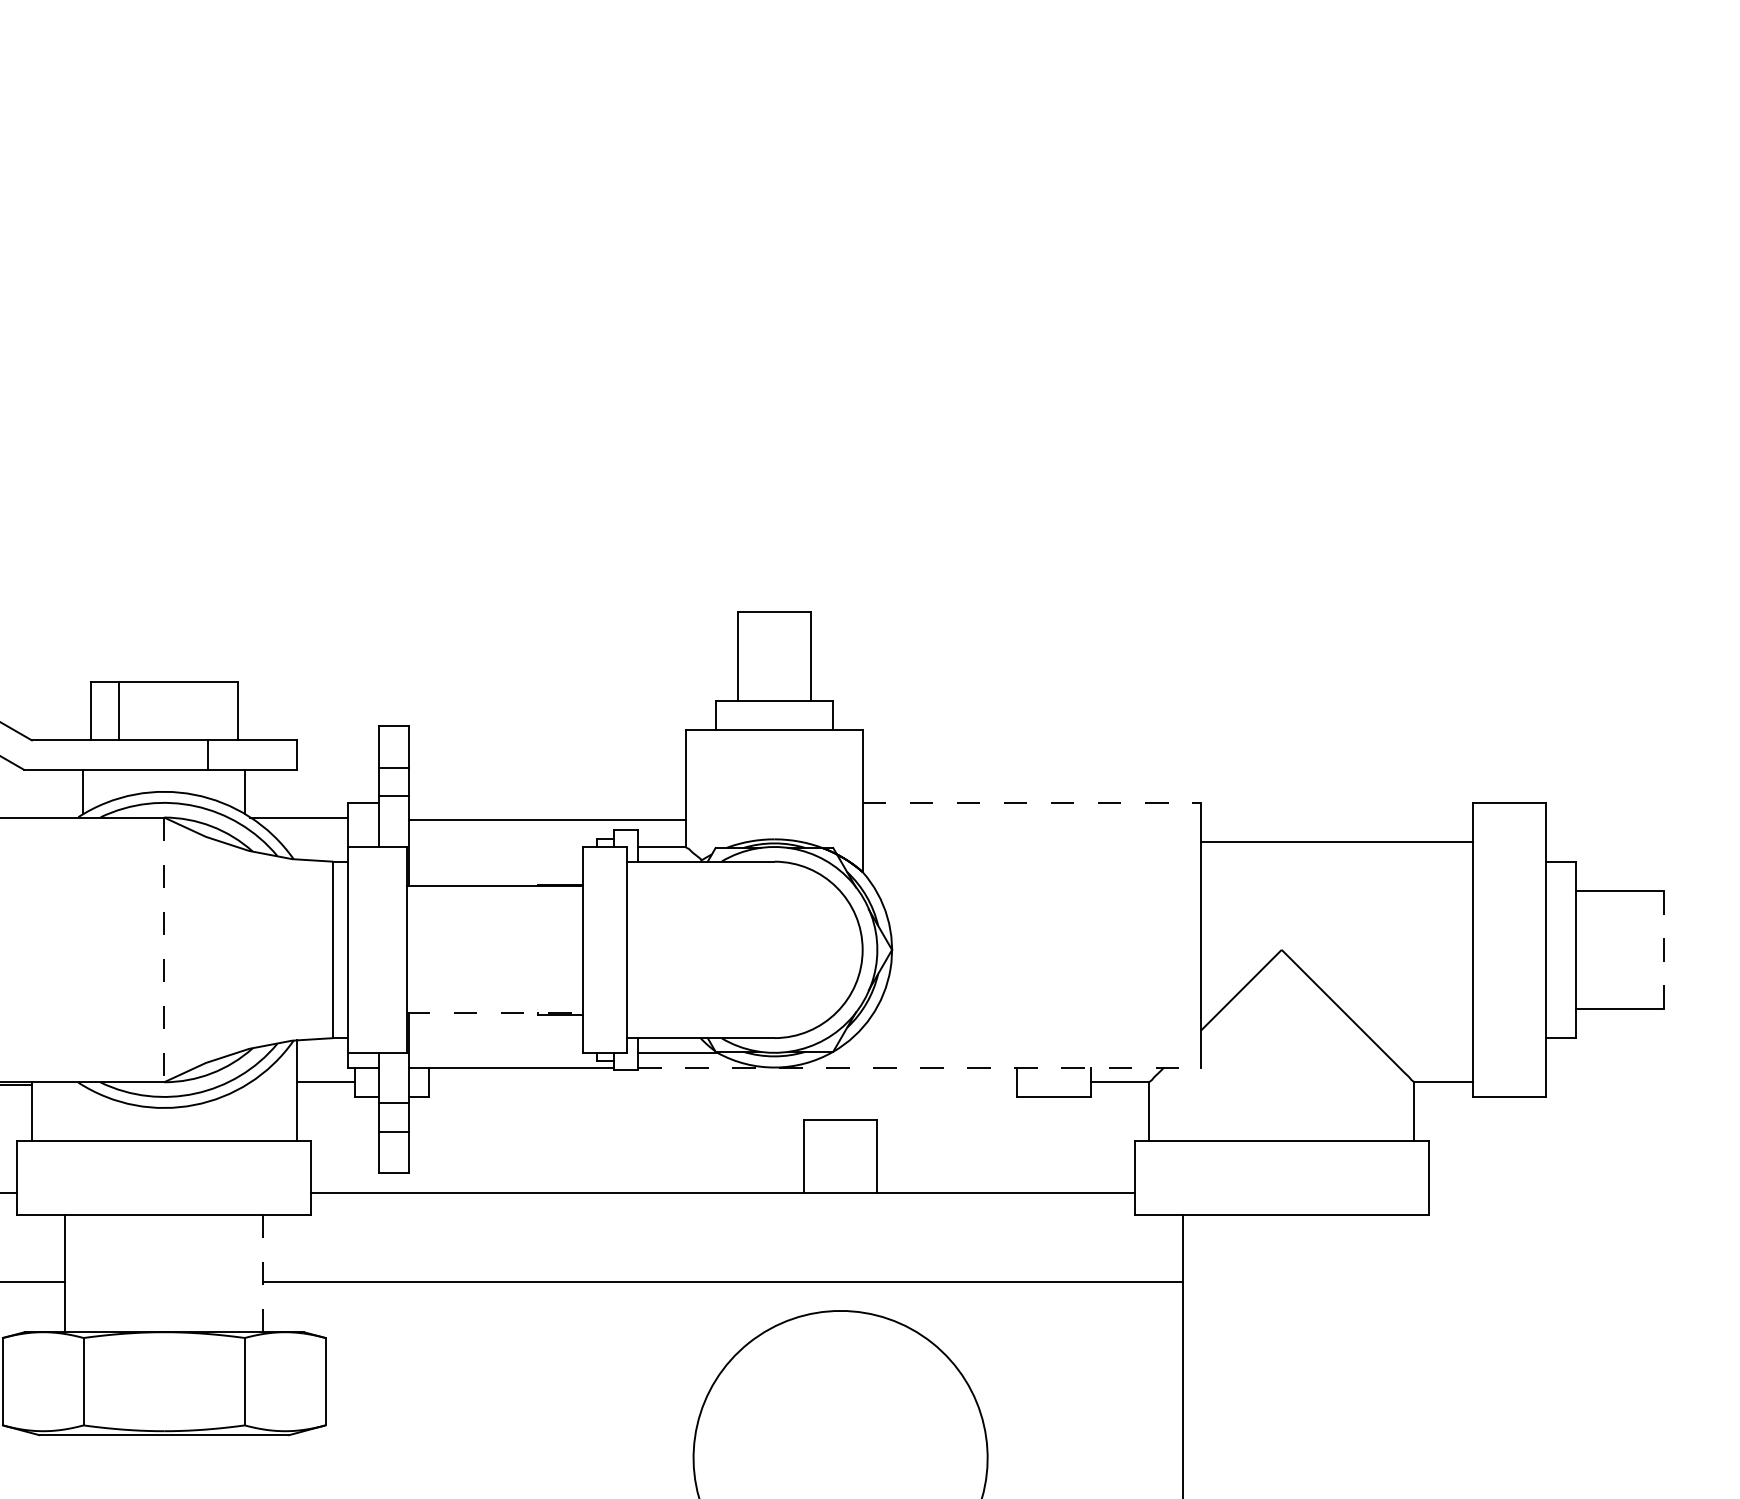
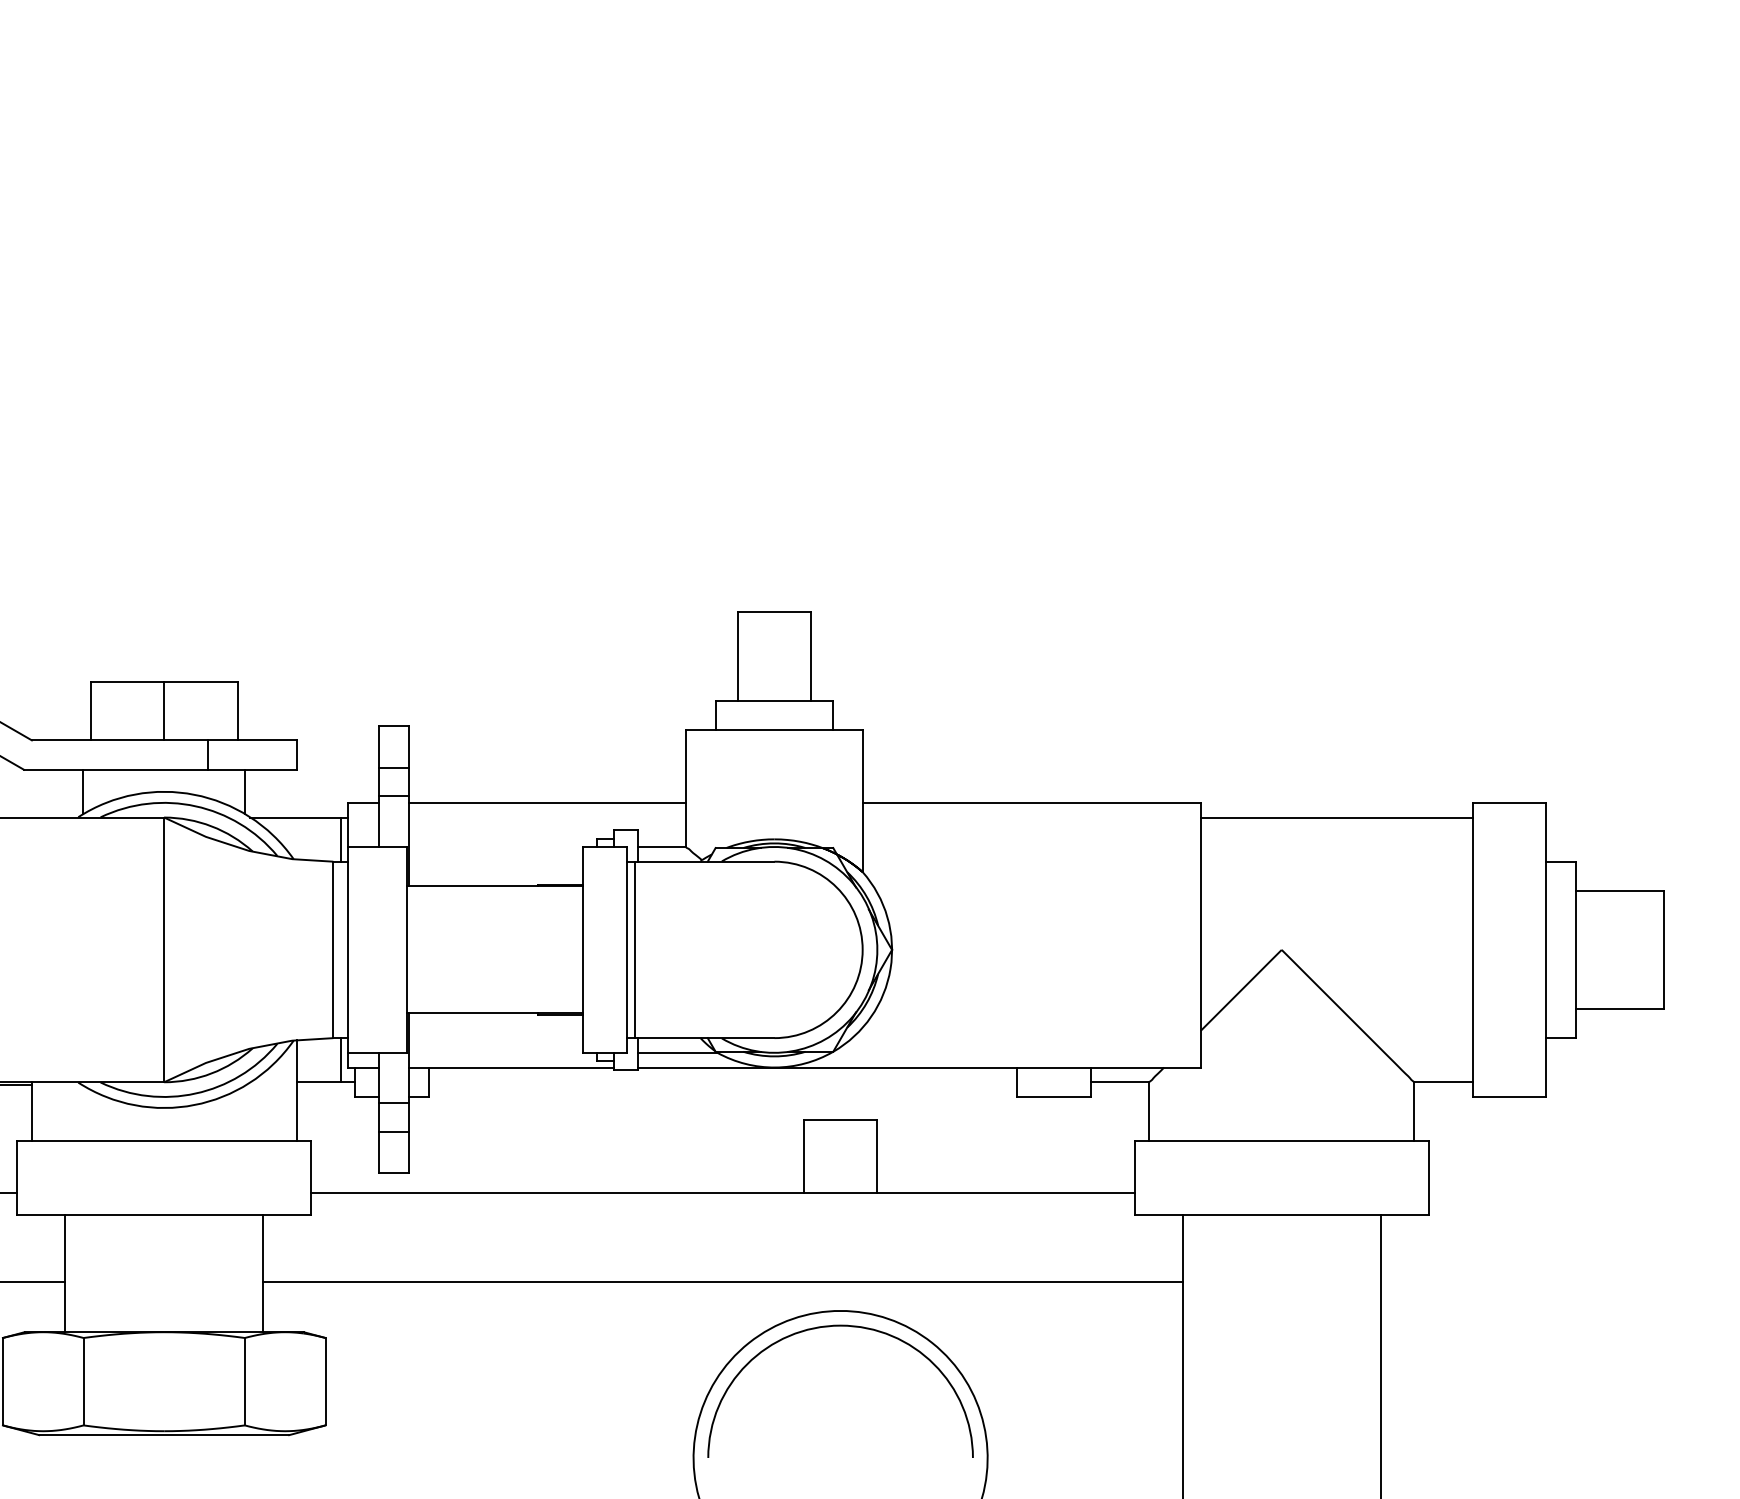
line at (119, 710) position: (119, 710) -> (164, 710)
line at (1032, 802): dashed -> solid
line at (547, 819) position: (547, 819) -> (547, 802)
line at (340, 839): none -> present
line at (1336, 841) position: (1336, 841) -> (1336, 817)
line at (634, 949): none -> present
line at (1664, 949): dashed -> solid
line at (164, 950): dashed -> solid
line at (495, 1013): dashed -> solid
line at (340, 1060): none -> present
line at (919, 1067): dashed -> solid
line at (263, 1273): dashed -> solid
arc at (829, 1327): none -> present
line at (1380, 1354): none -> present
